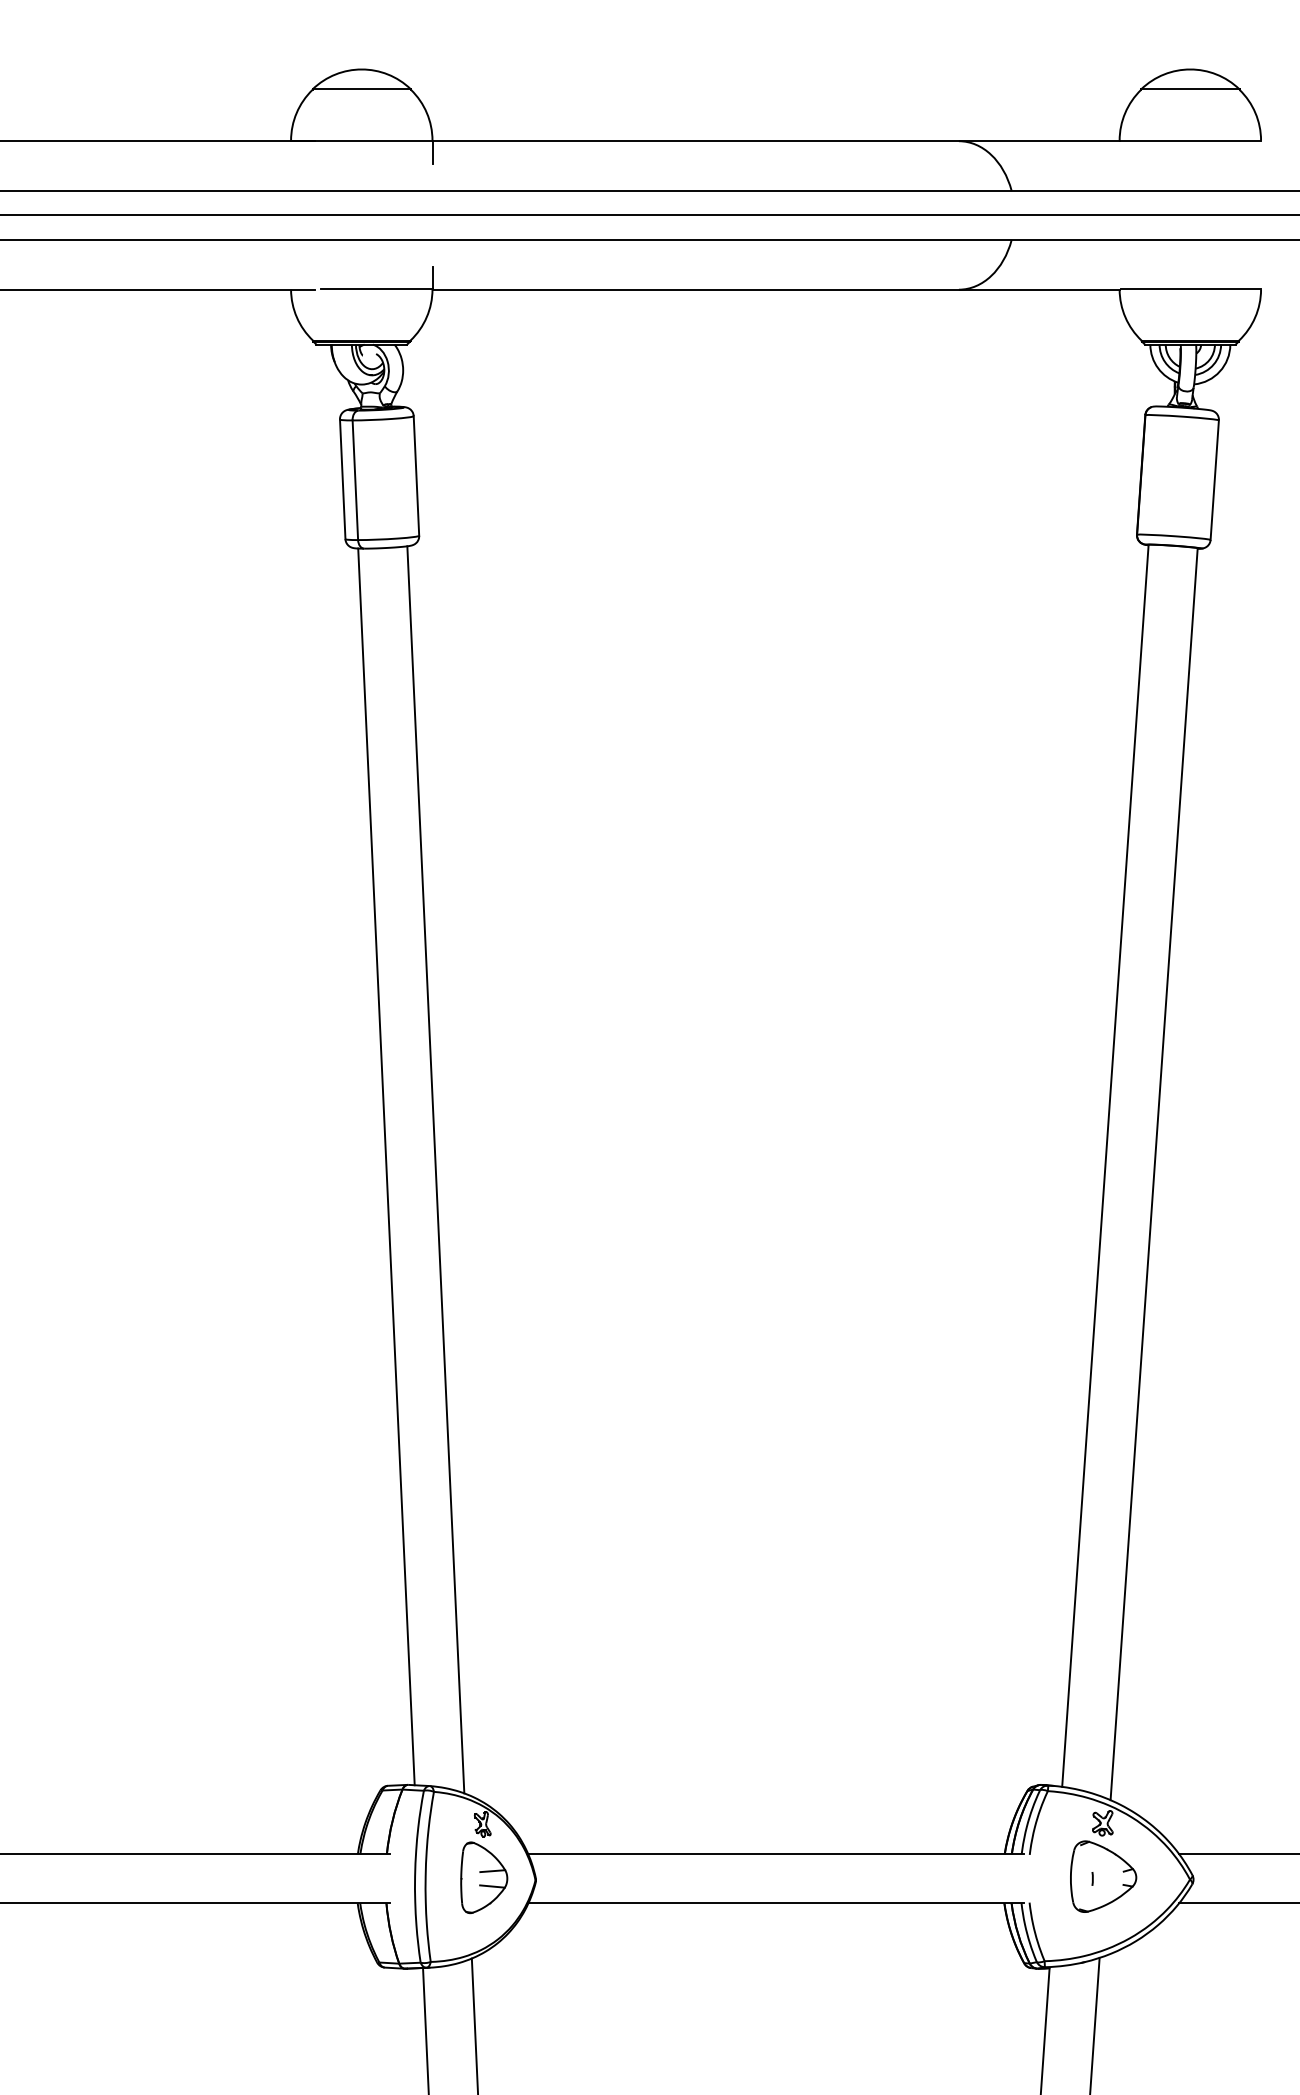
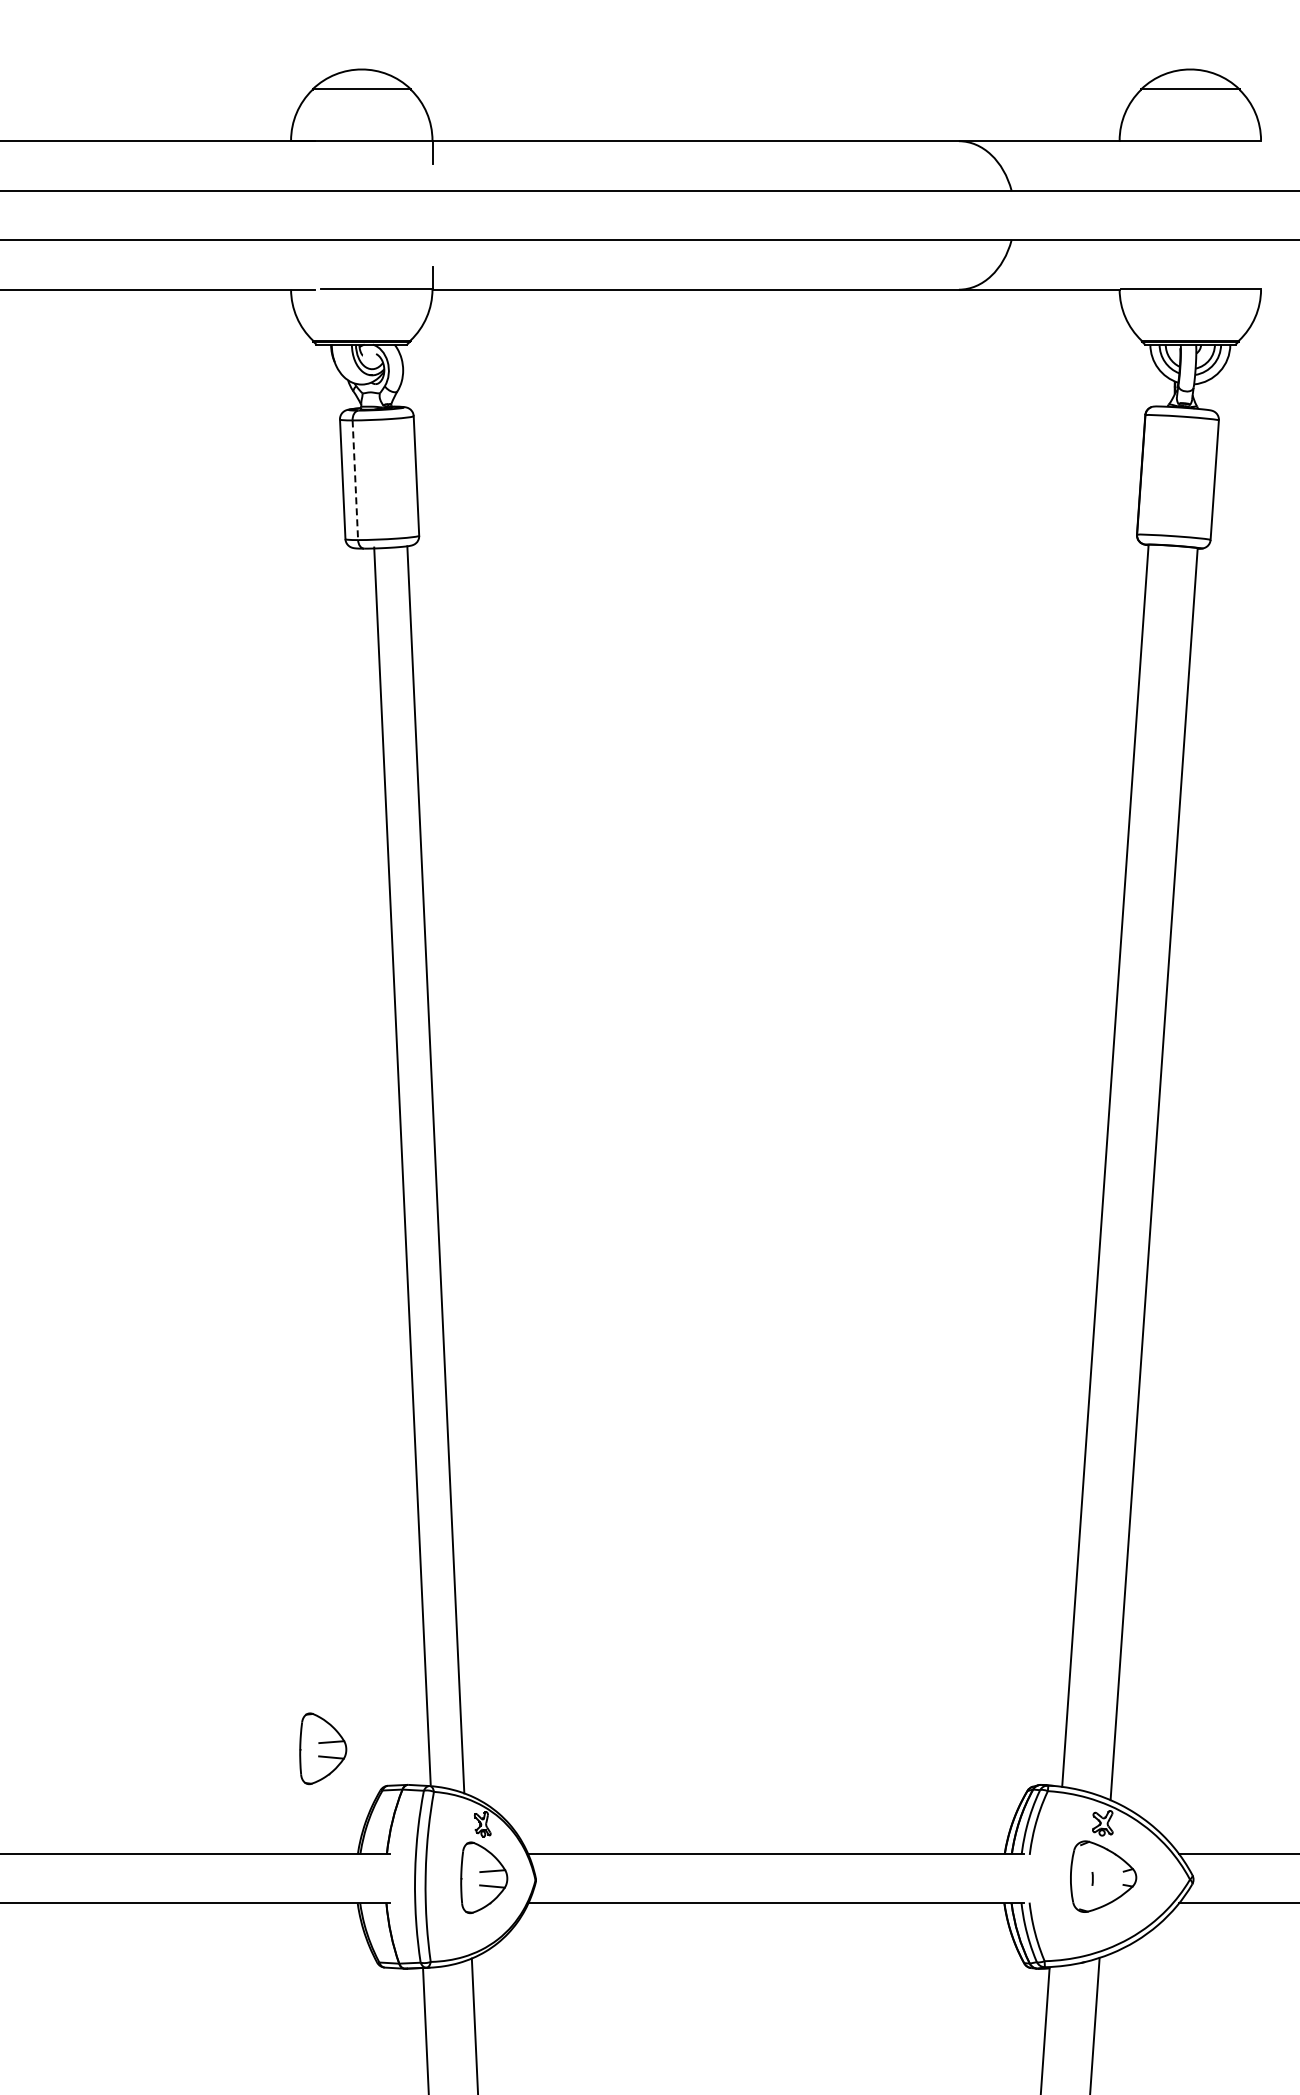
line at (649, 215): present -> none
line at (355, 480): solid -> dashed
line at (386, 1166) position: (386, 1166) -> (402, 1165)
part at (323, 1748): none -> present
